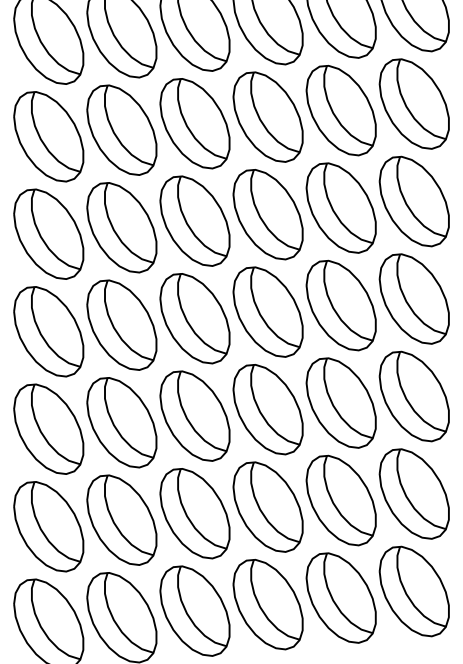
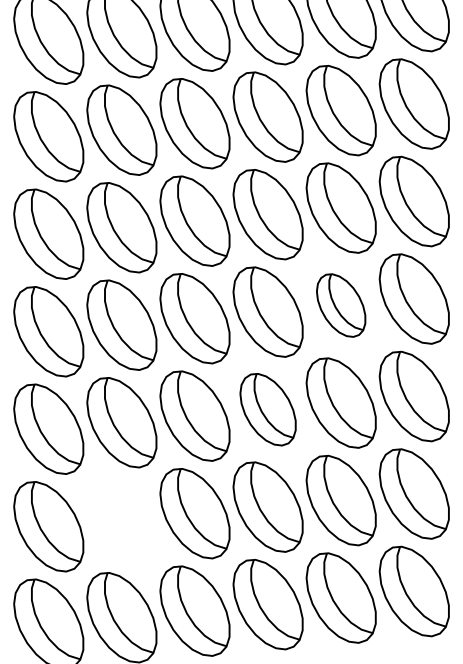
part at (340, 305) size: 72x93 px -> 51x65 px
part at (267, 409) size: 72x92 px -> 58x74 px
part at (121, 519): present -> none
